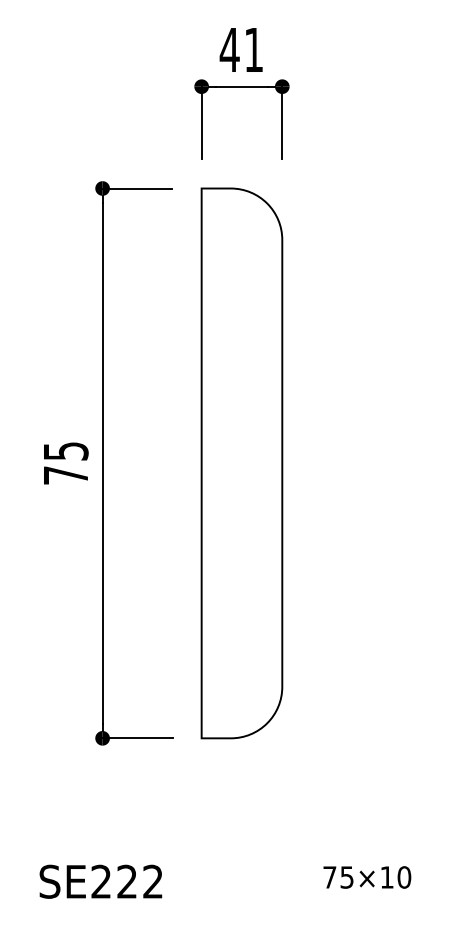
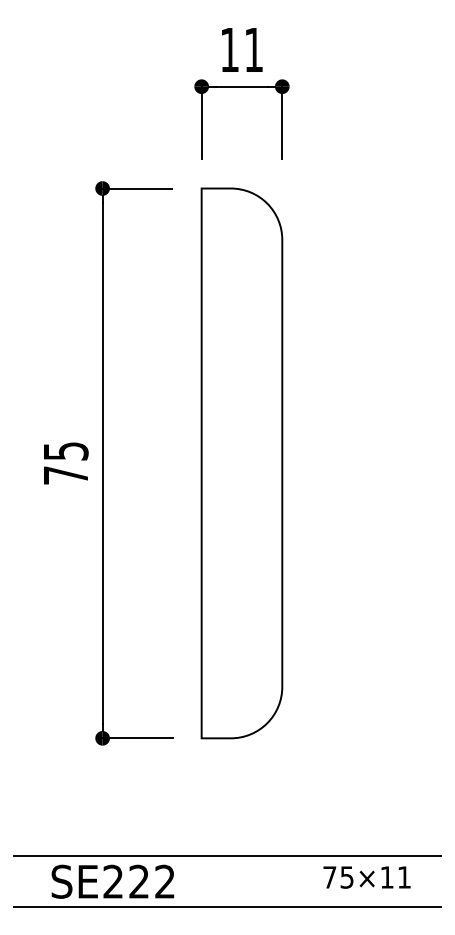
text at (229, 49): 41 -> 11
line at (227, 855): none -> present
text at (404, 877): 75×10 -> 75×11
text at (100, 881) position: (100, 881) -> (112, 881)
line at (227, 906): none -> present
